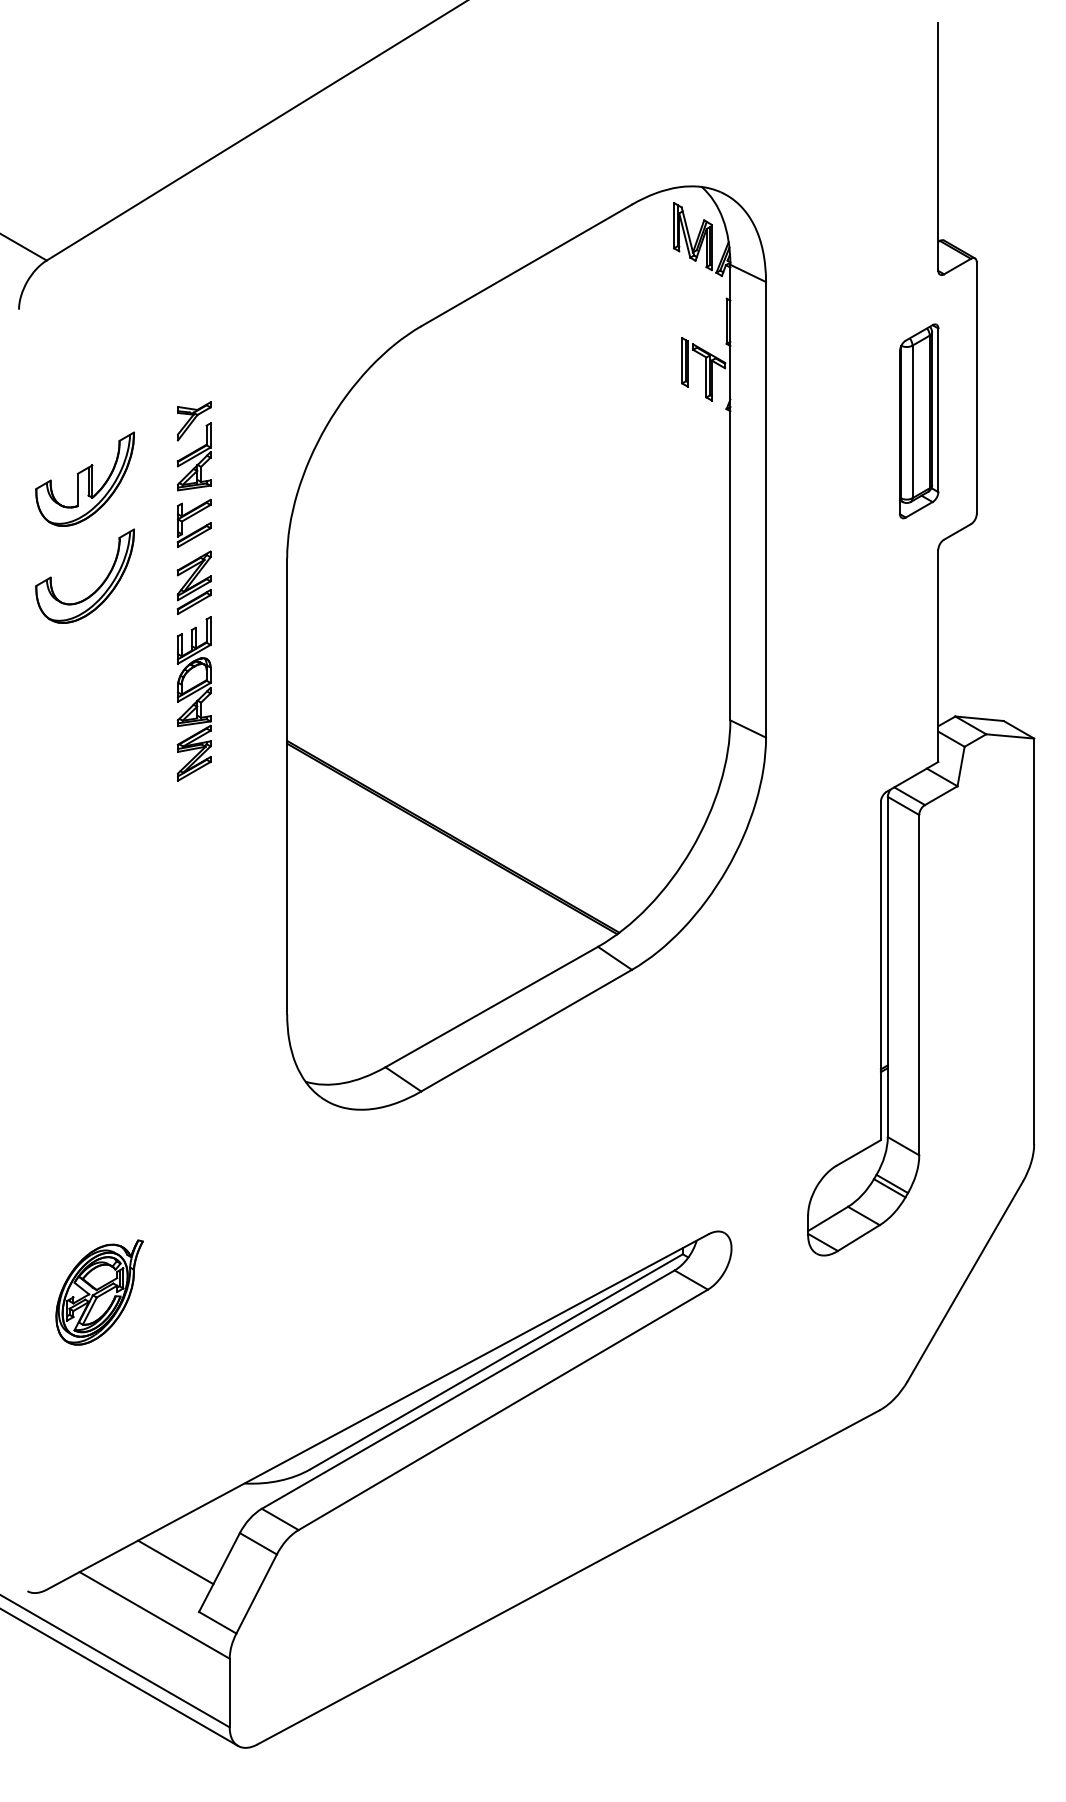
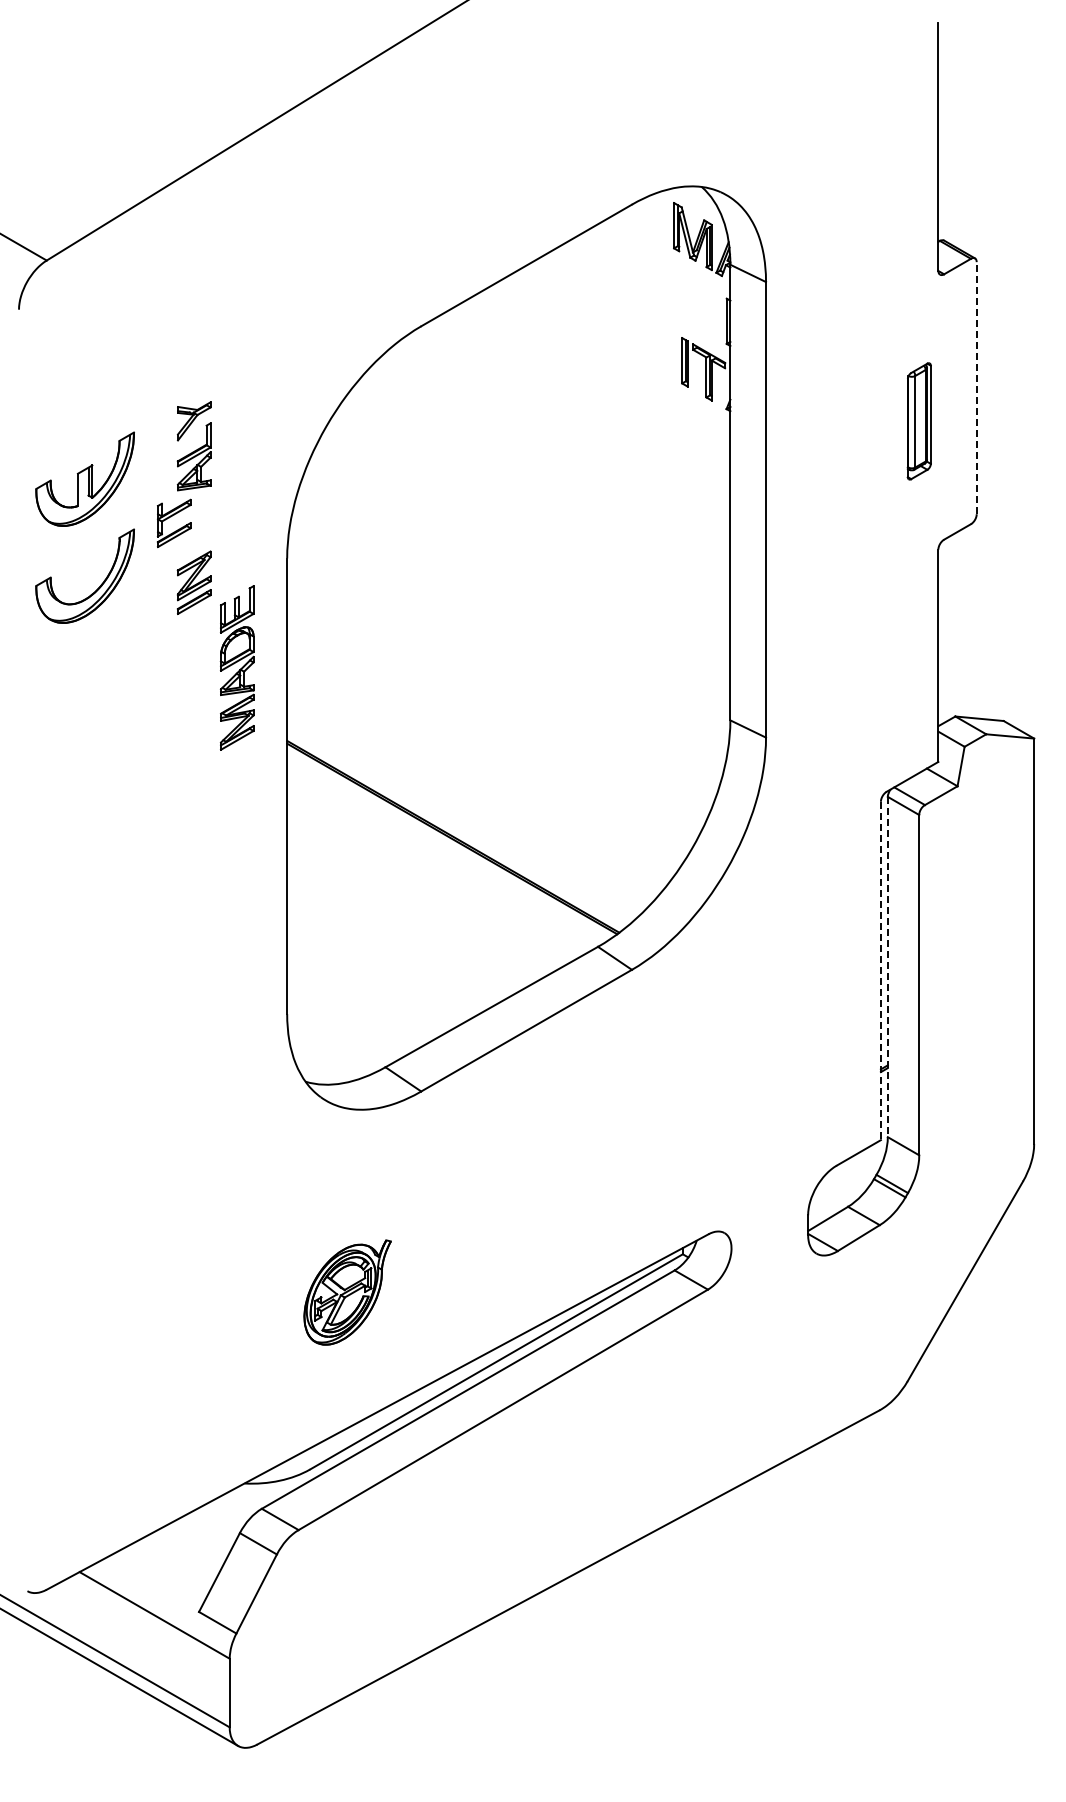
line at (976, 387): solid -> dashed
part at (919, 421) size: 41x197 px -> 26x119 px
part at (191, 517) position: (191, 517) -> (171, 517)
part at (193, 698) position: (193, 698) -> (236, 667)
line at (887, 967): solid -> dashed
line at (880, 971): solid -> dashed
part at (99, 1292) position: (99, 1292) -> (347, 1292)
line at (175, 1562): present -> none
